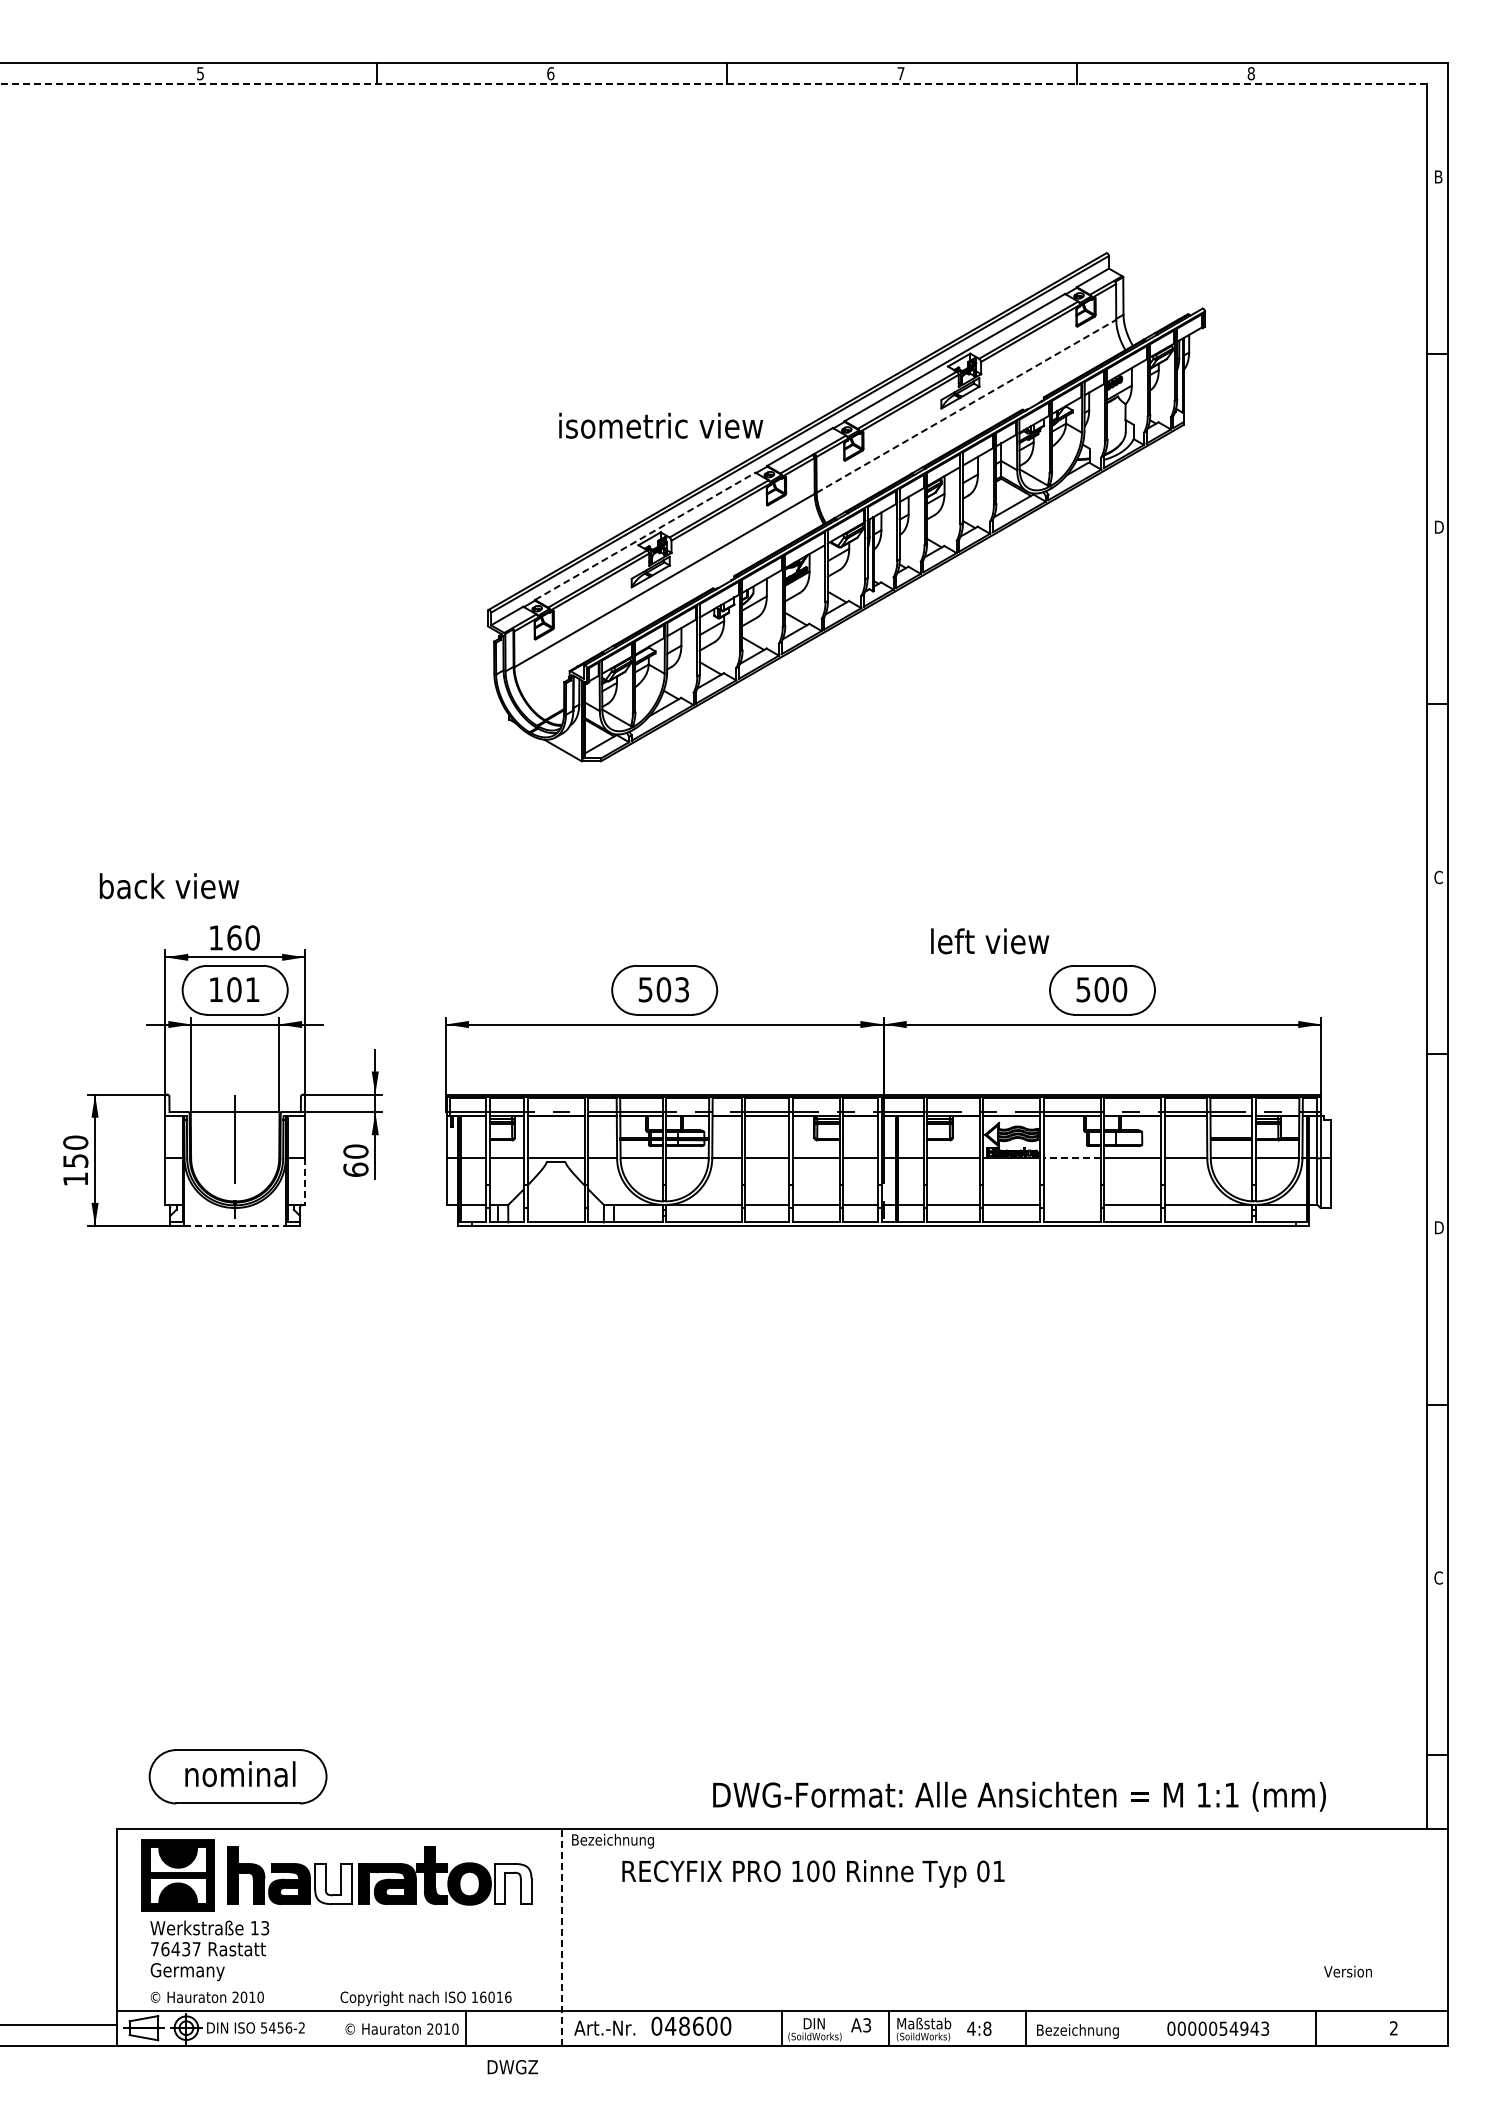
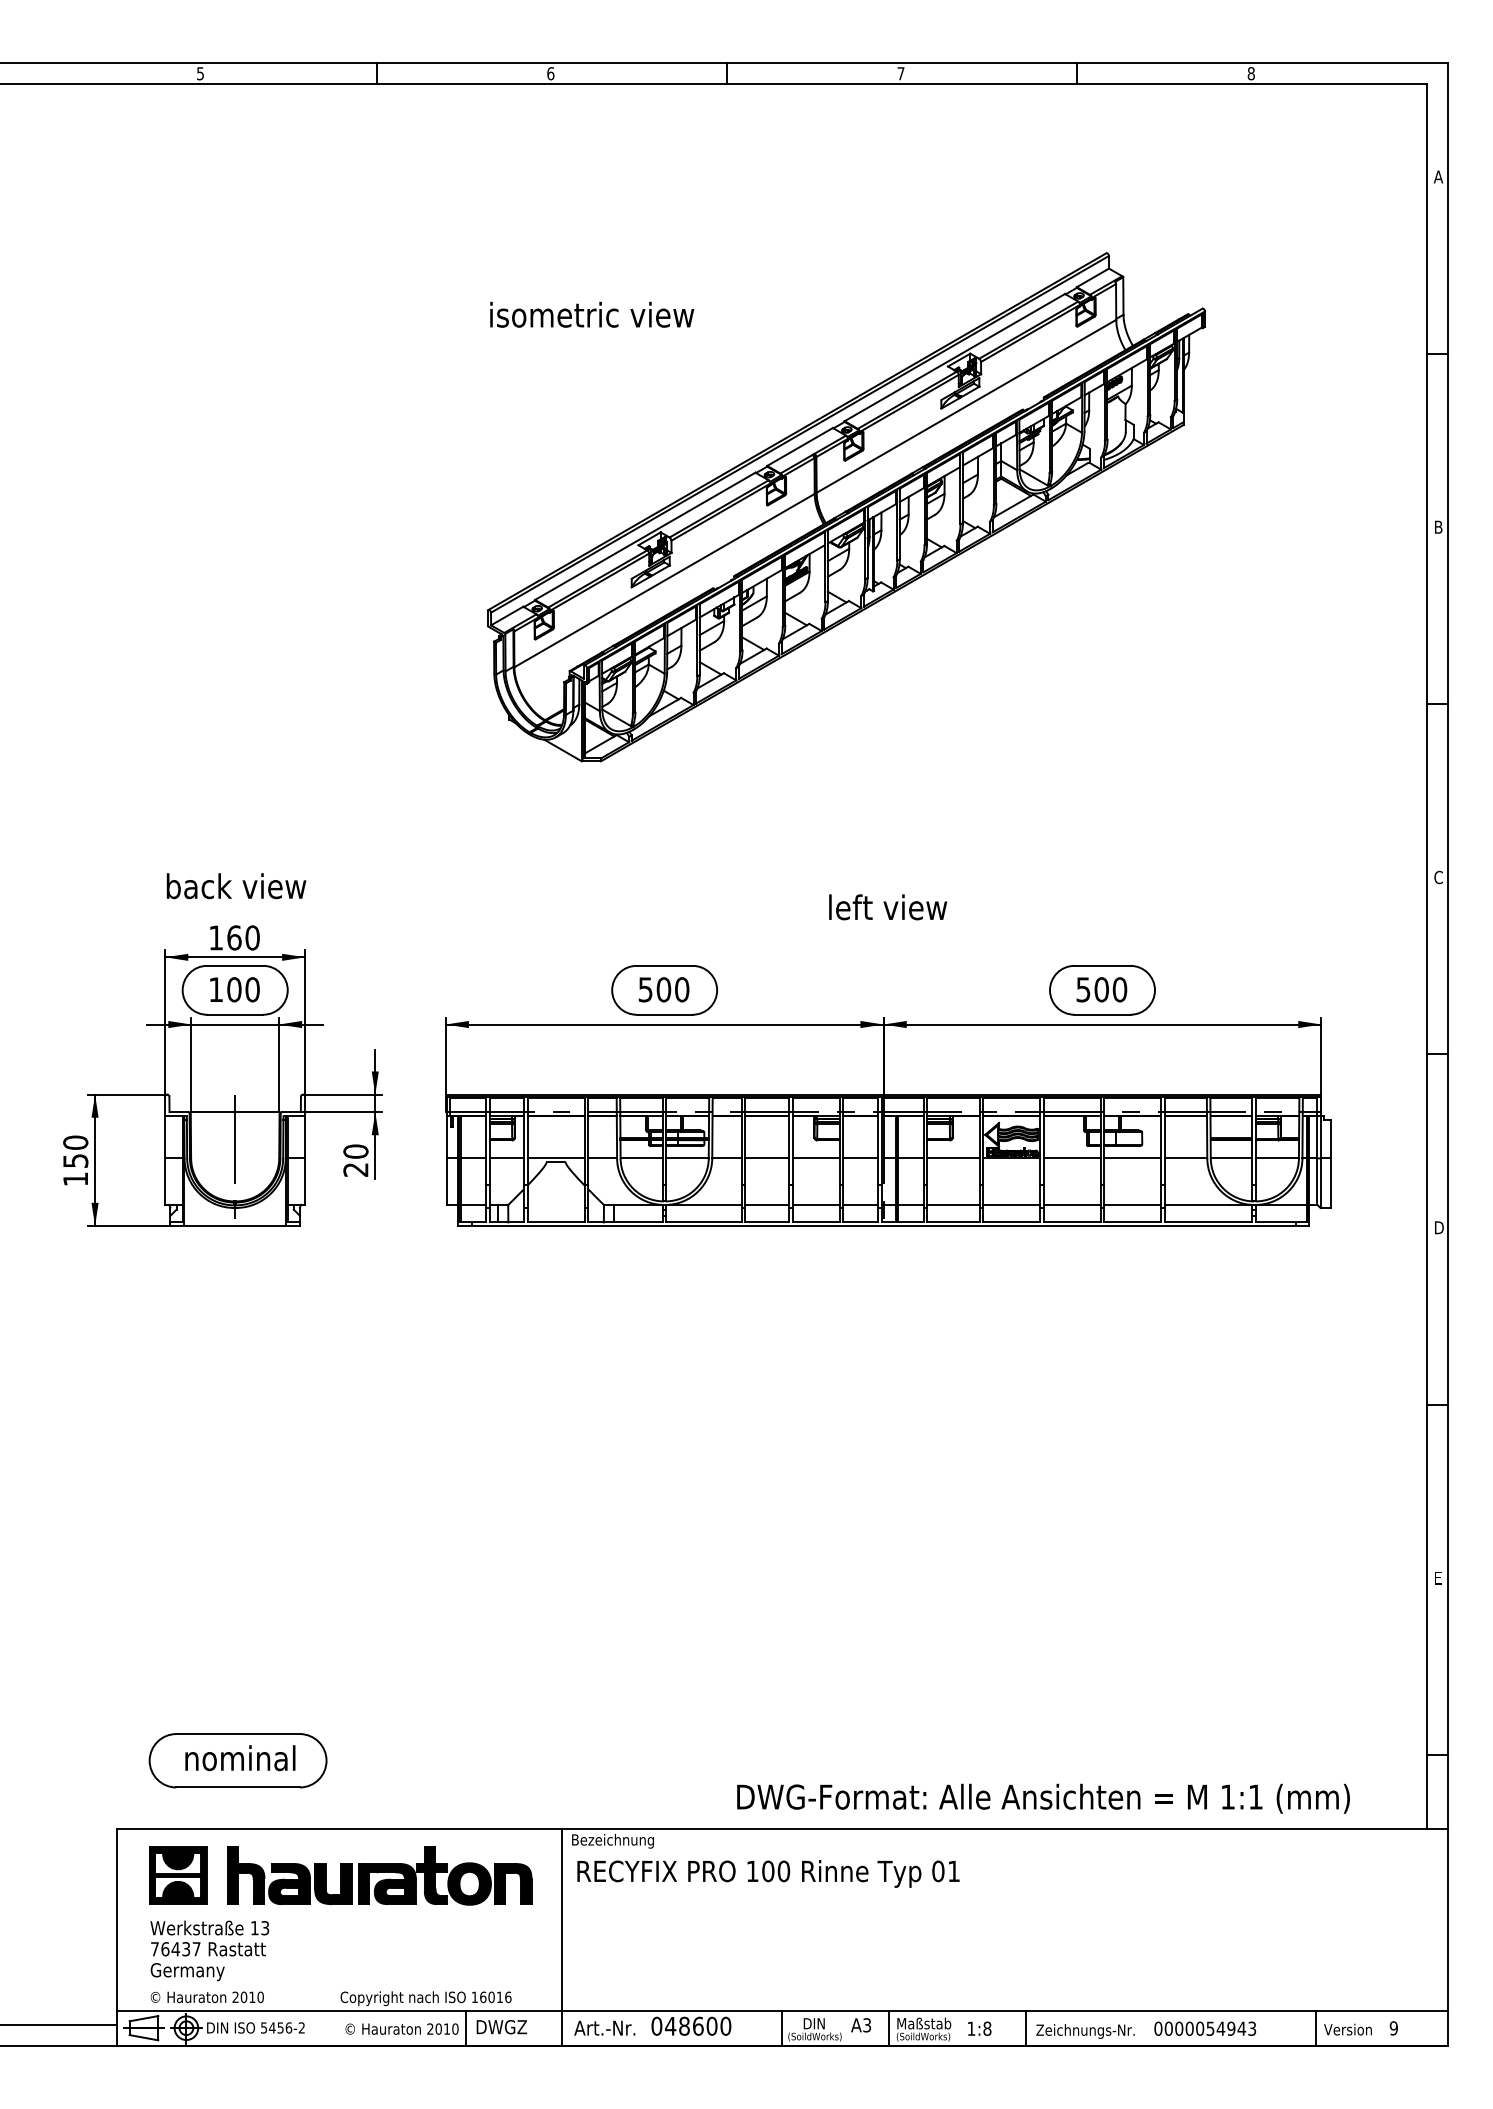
line at (713, 84): dashed -> solid
text at (1438, 176): B -> A
line at (966, 406): dashed -> solid
text at (661, 425) position: (661, 425) -> (592, 314)
text at (1439, 527): D -> B
line at (645, 536): dashed -> solid
text at (169, 886) position: (169, 886) -> (236, 886)
text at (990, 941) position: (990, 941) -> (888, 907)
text at (252, 989): 101 -> 100
text at (682, 989): 503 -> 500
line at (1071, 1158): dashed -> solid
text at (355, 1169): 60 -> 20
line at (305, 1182): dashed -> solid
line at (1071, 1204): none -> present
line at (235, 1225): dashed -> solid
text at (1438, 1577): C -> E
part at (237, 1776) position: (237, 1776) -> (237, 1760)
text at (1019, 1796) position: (1019, 1796) -> (1043, 1798)
text at (813, 1873) position: (813, 1873) -> (768, 1873)
part at (177, 1875) size: 74x73 px -> 59x59 px
fill at (333, 1883): none -> present
fill at (512, 1883): none -> present
line at (562, 1937): dashed -> solid
text at (1347, 1971) position: (1347, 1971) -> (1347, 2029)
text at (971, 2028): 4:8 -> 1:8
text at (1218, 2028) position: (1218, 2028) -> (1205, 2028)
text at (1393, 2028): 2 -> 9
text at (1085, 2031): Bezeichnung -> Zeichnungs-Nr.
text at (512, 2067) position: (512, 2067) -> (501, 2027)
